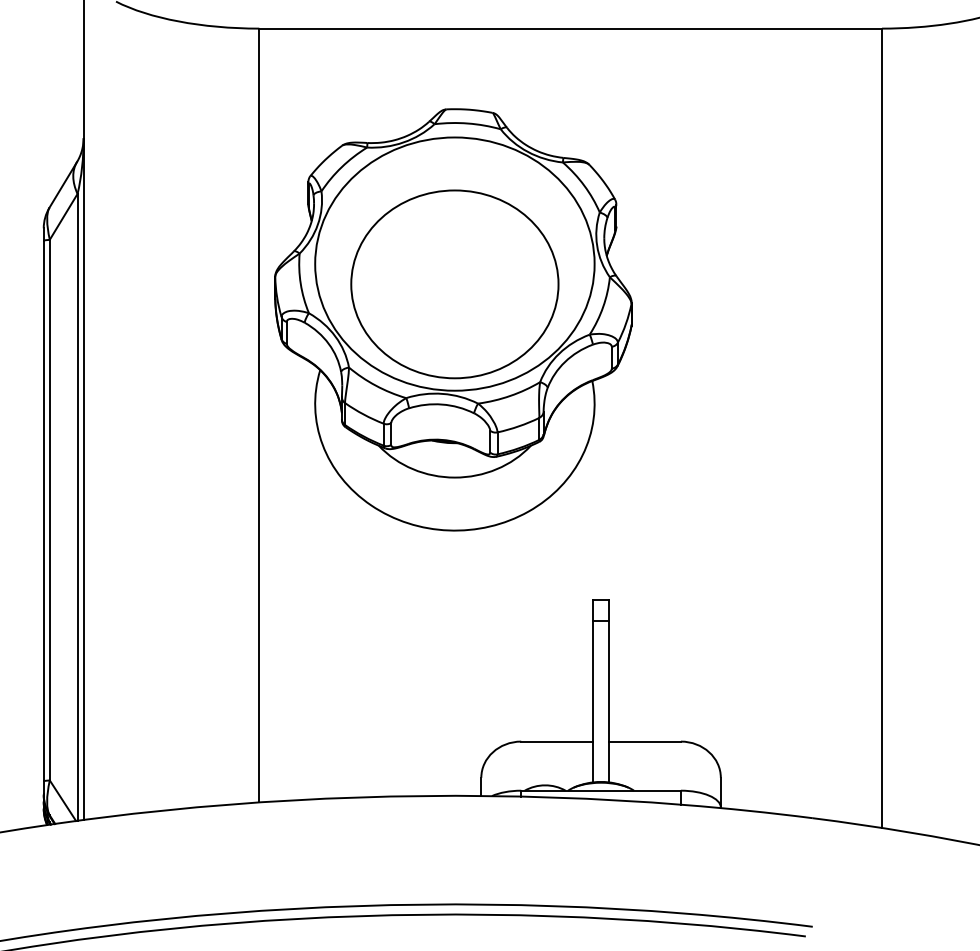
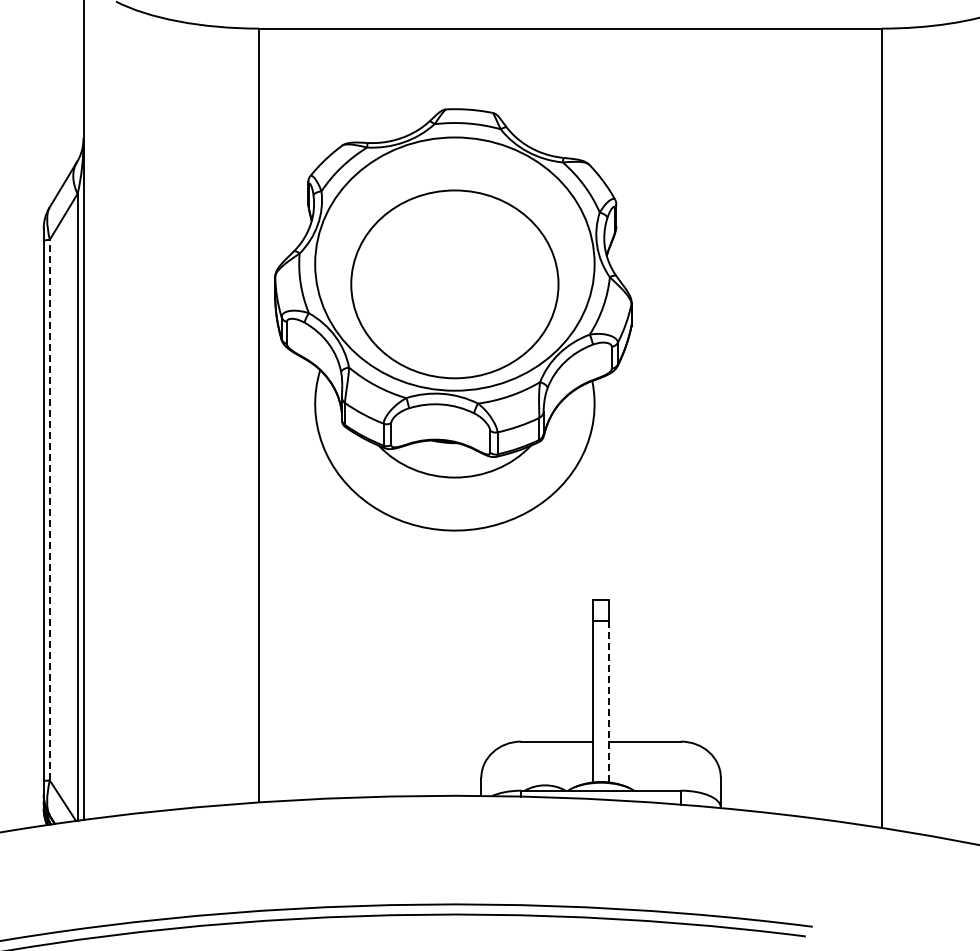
line at (49, 509): solid -> dashed
line at (609, 701): solid -> dashed
